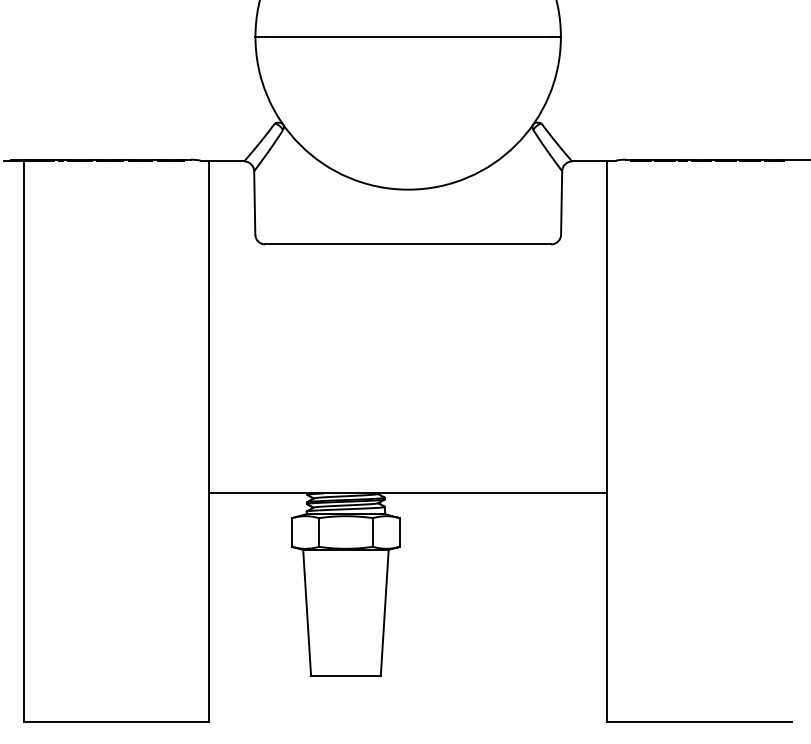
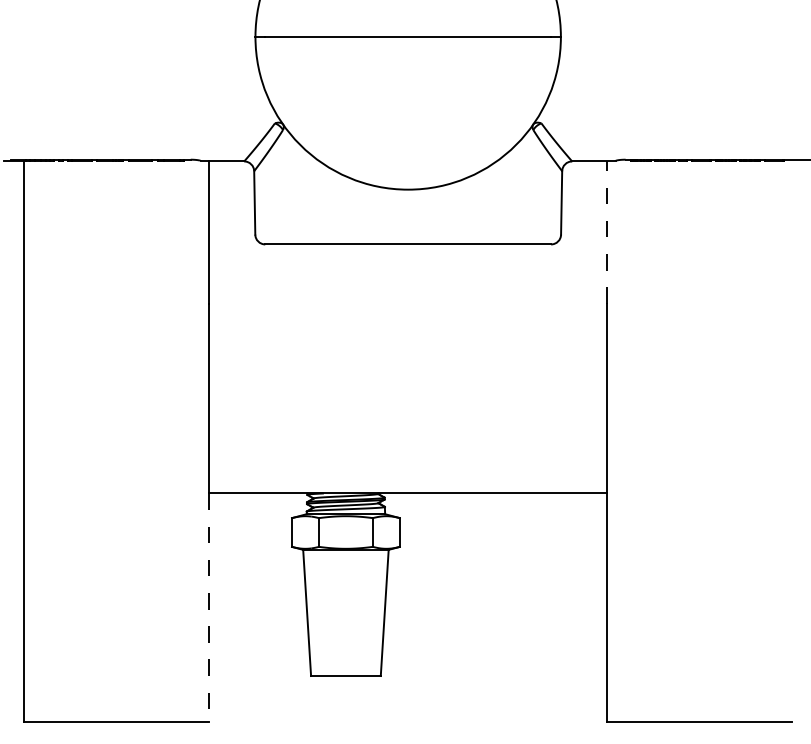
line at (607, 232): solid -> dashed
line at (209, 608): solid -> dashed
